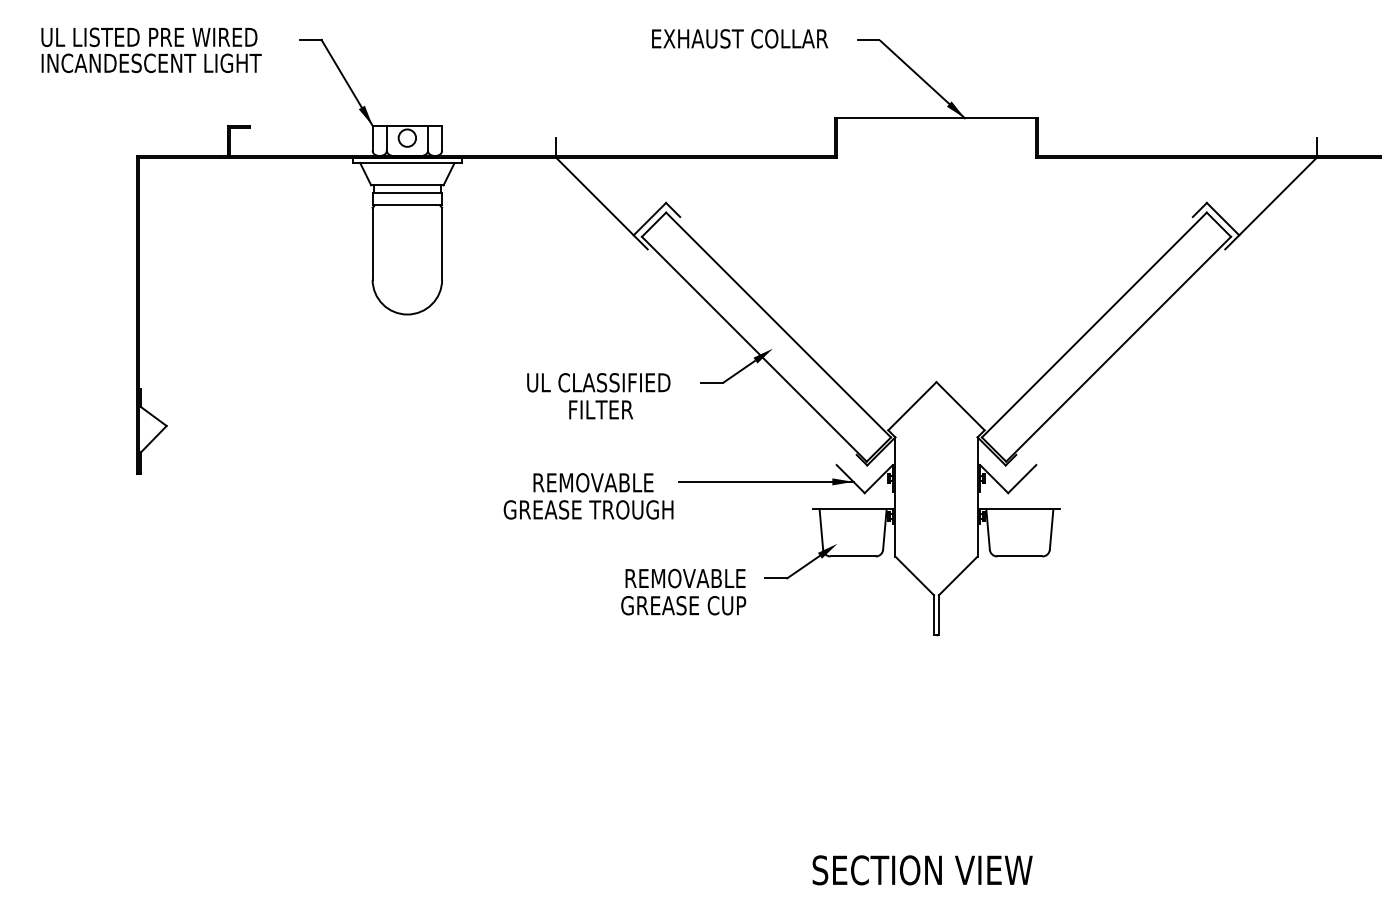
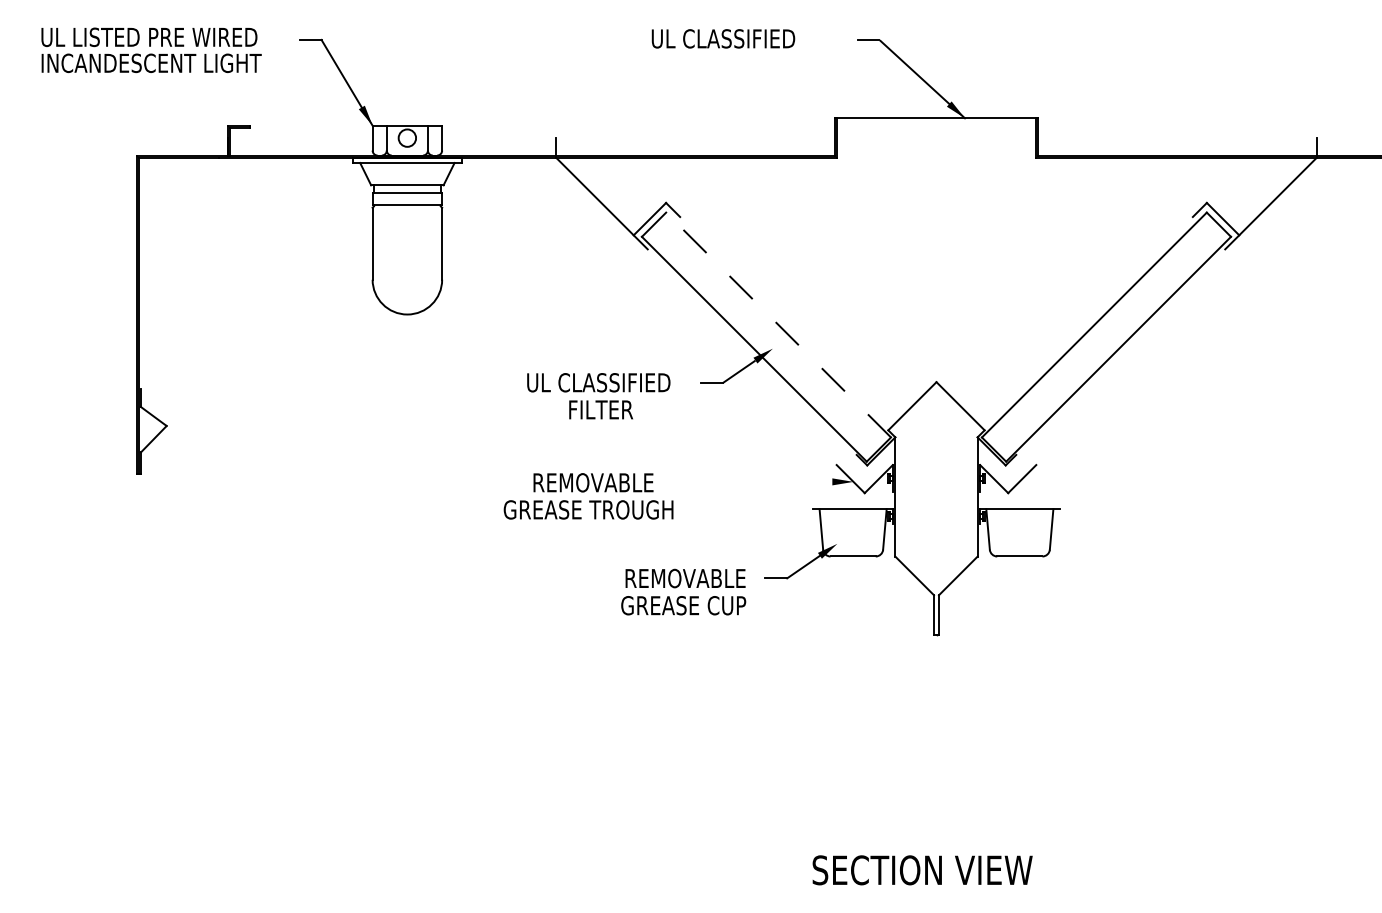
text at (739, 38): EXHAUST COLLAR -> UL CLASSIFIED
line at (778, 325): solid -> dashed
line at (766, 481): present -> none
